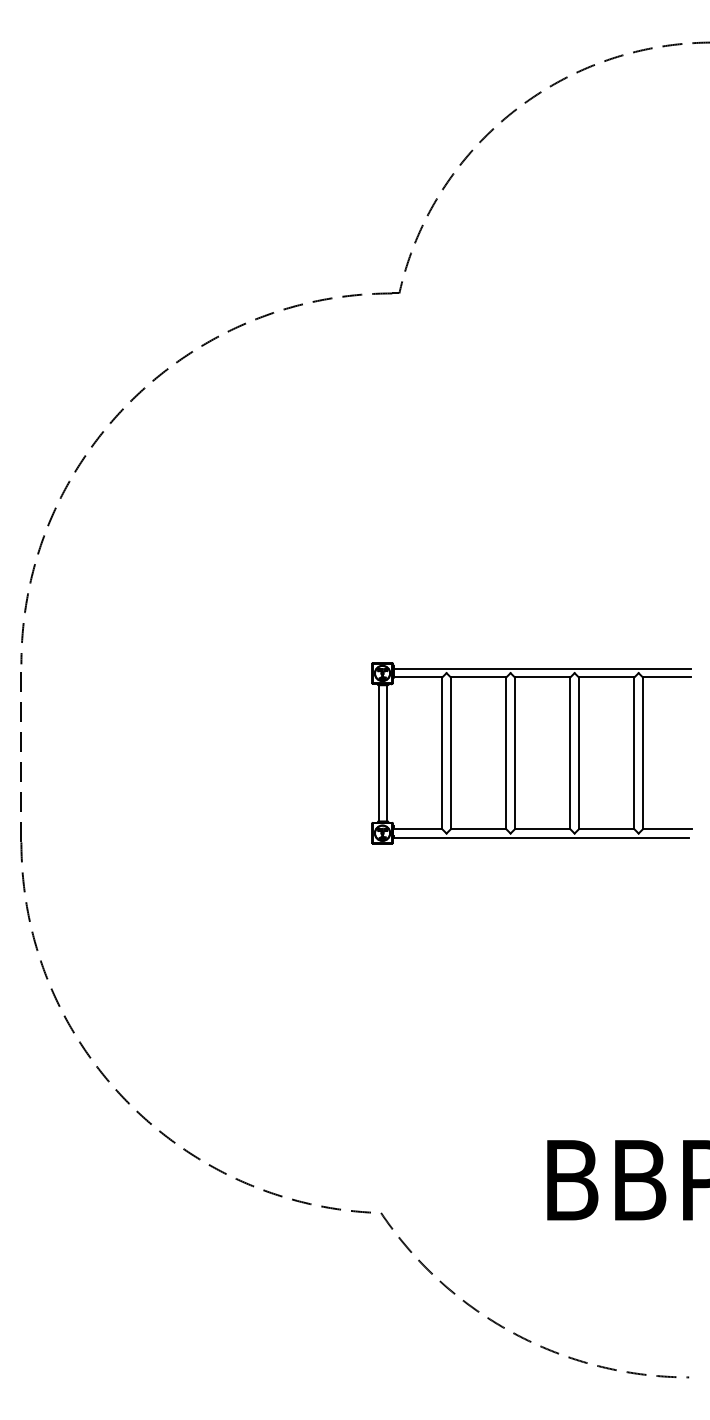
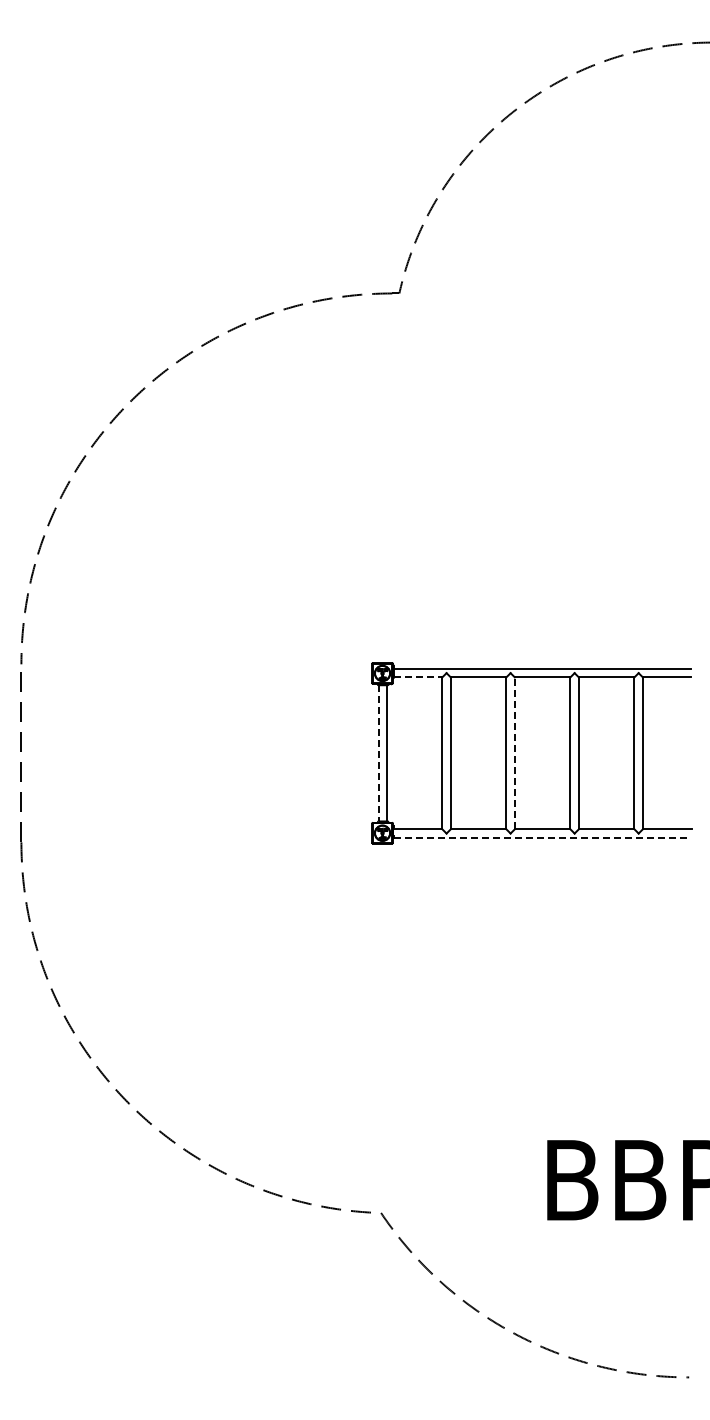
line at (418, 677): solid -> dashed
line at (378, 753): solid -> dashed
line at (514, 753): solid -> dashed
line at (541, 837): solid -> dashed
